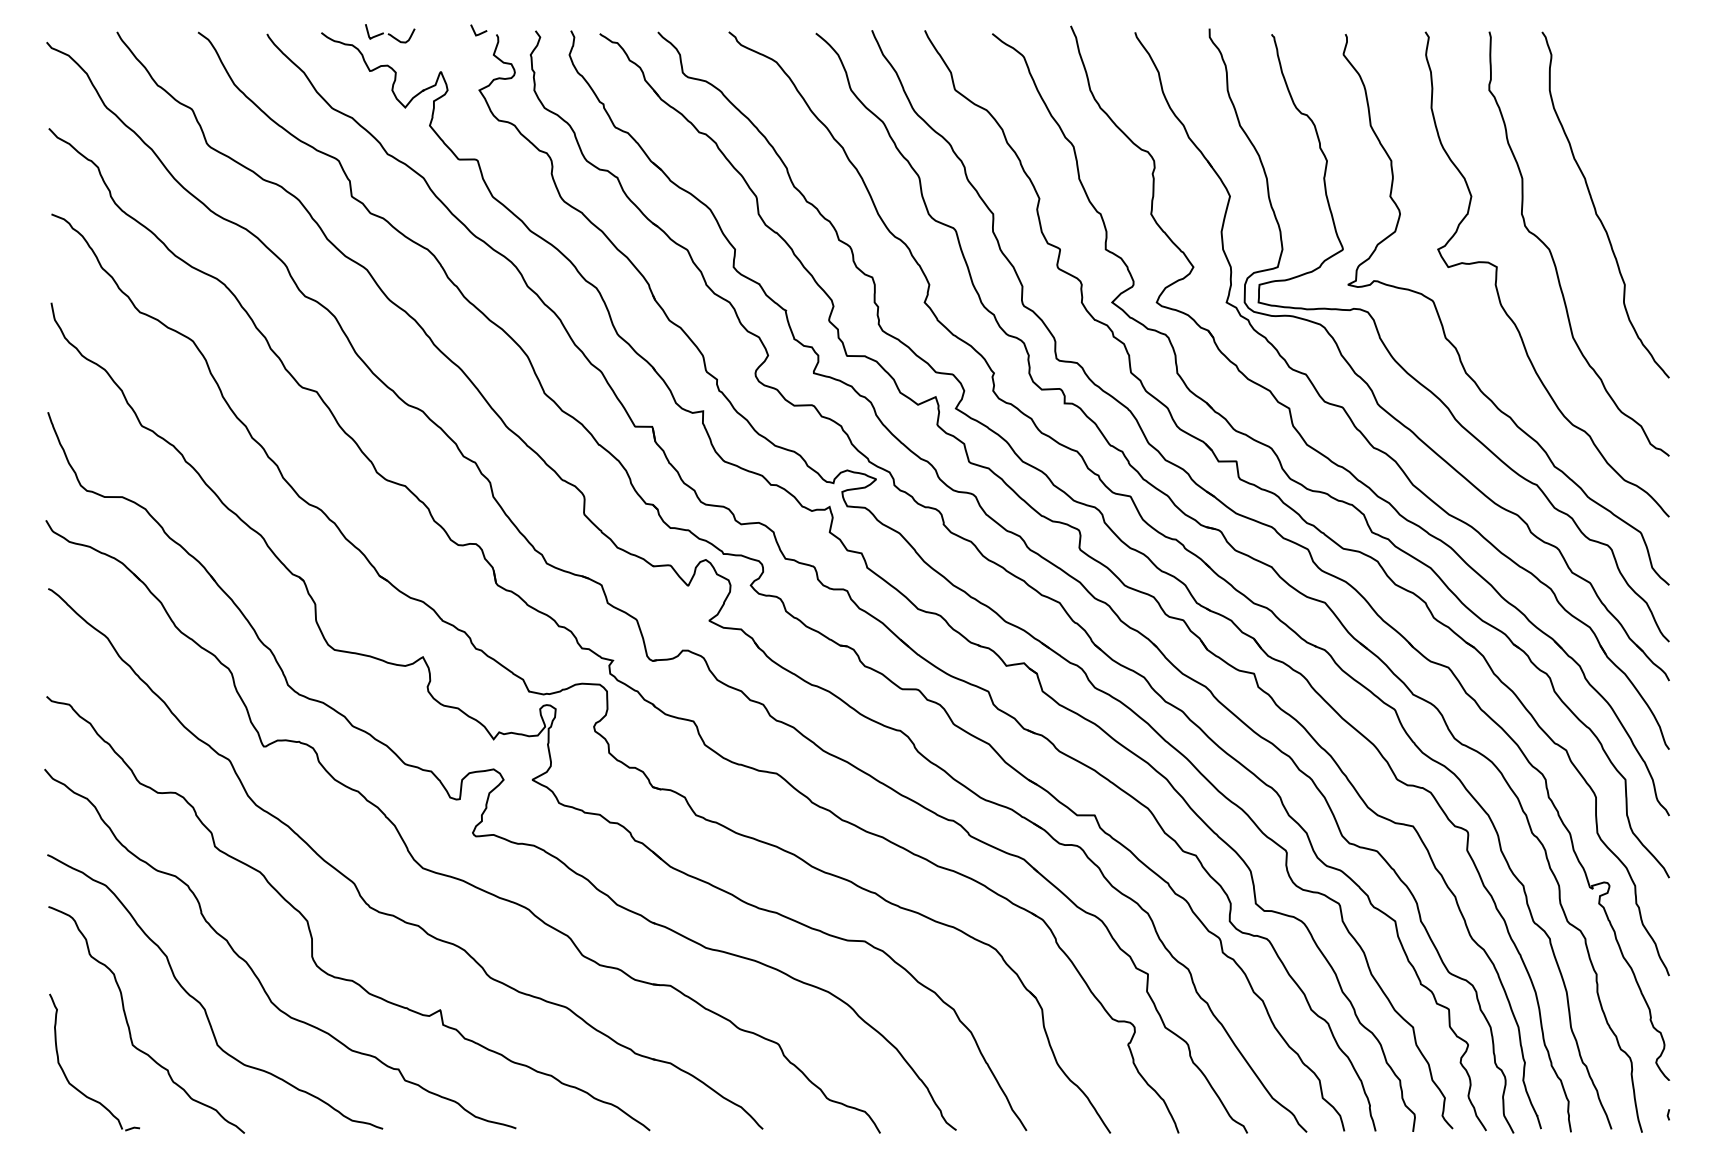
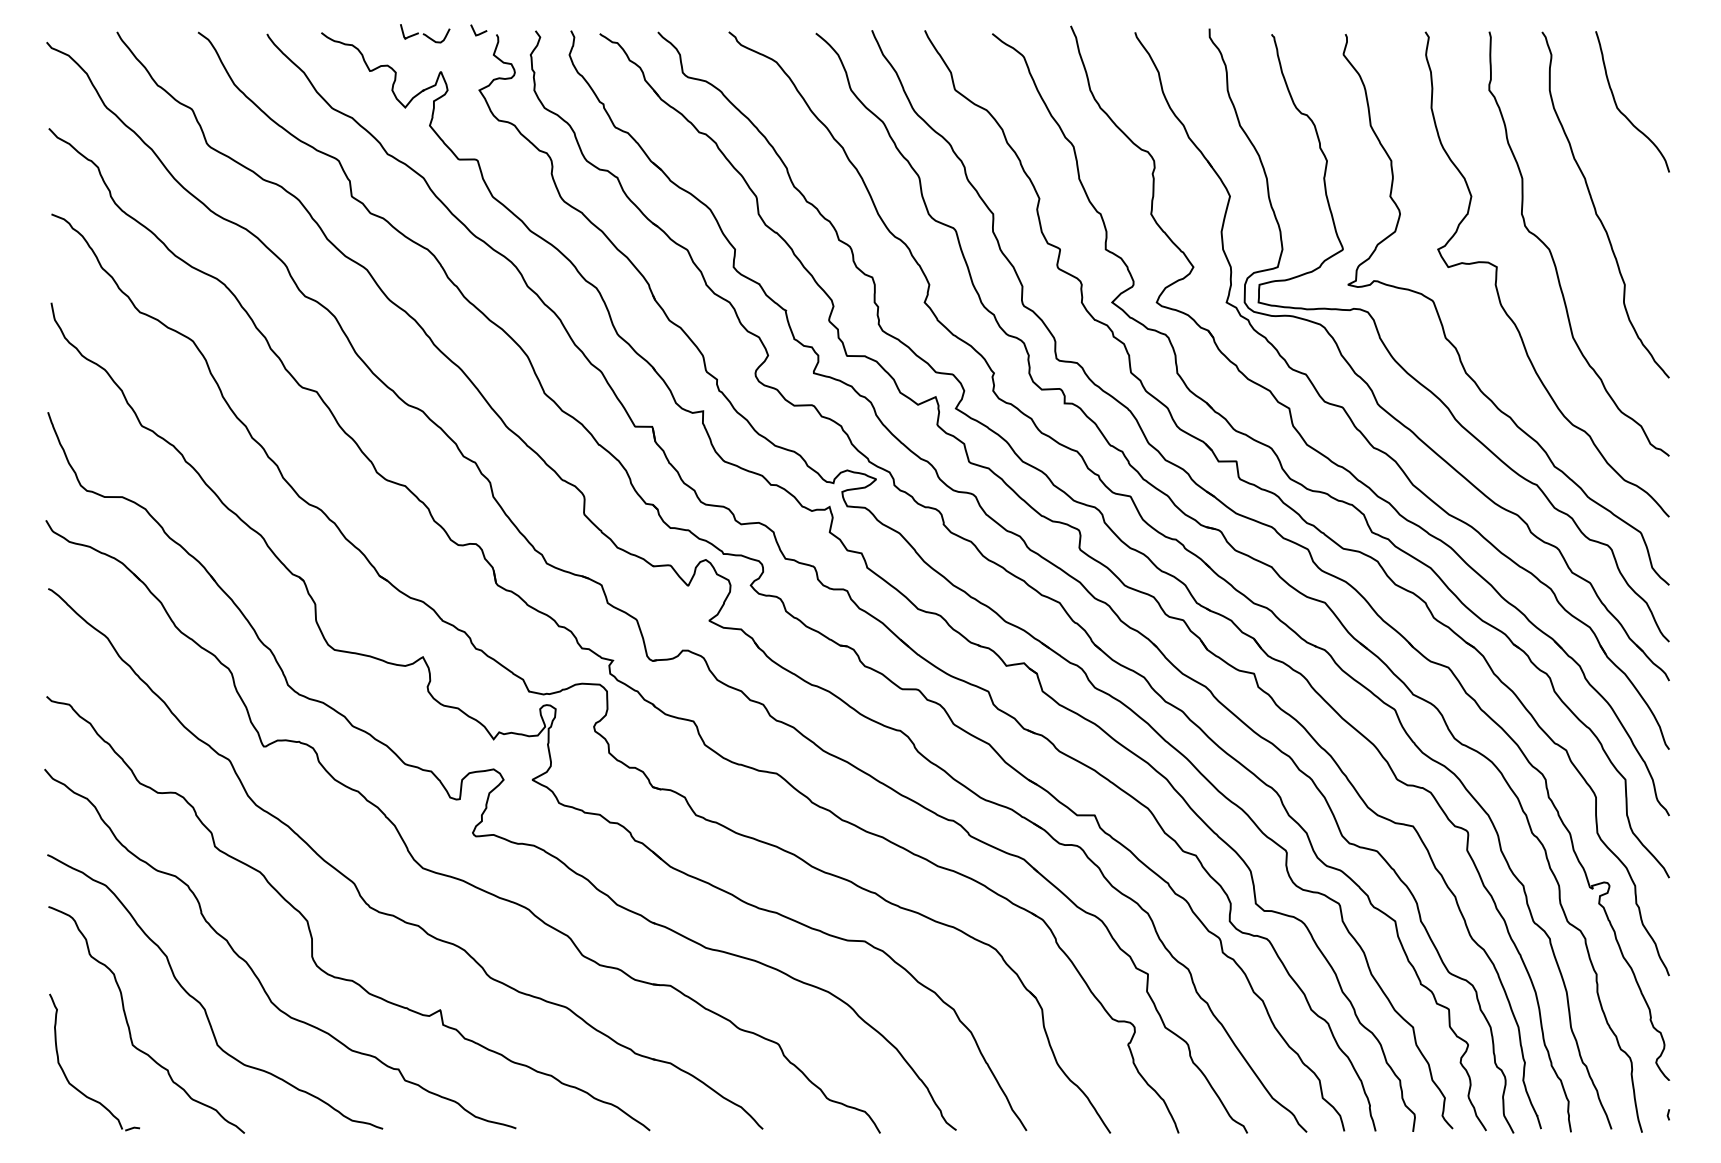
part at (390, 33) position: (390, 33) -> (425, 33)
curve at (1621, 111): none -> present
